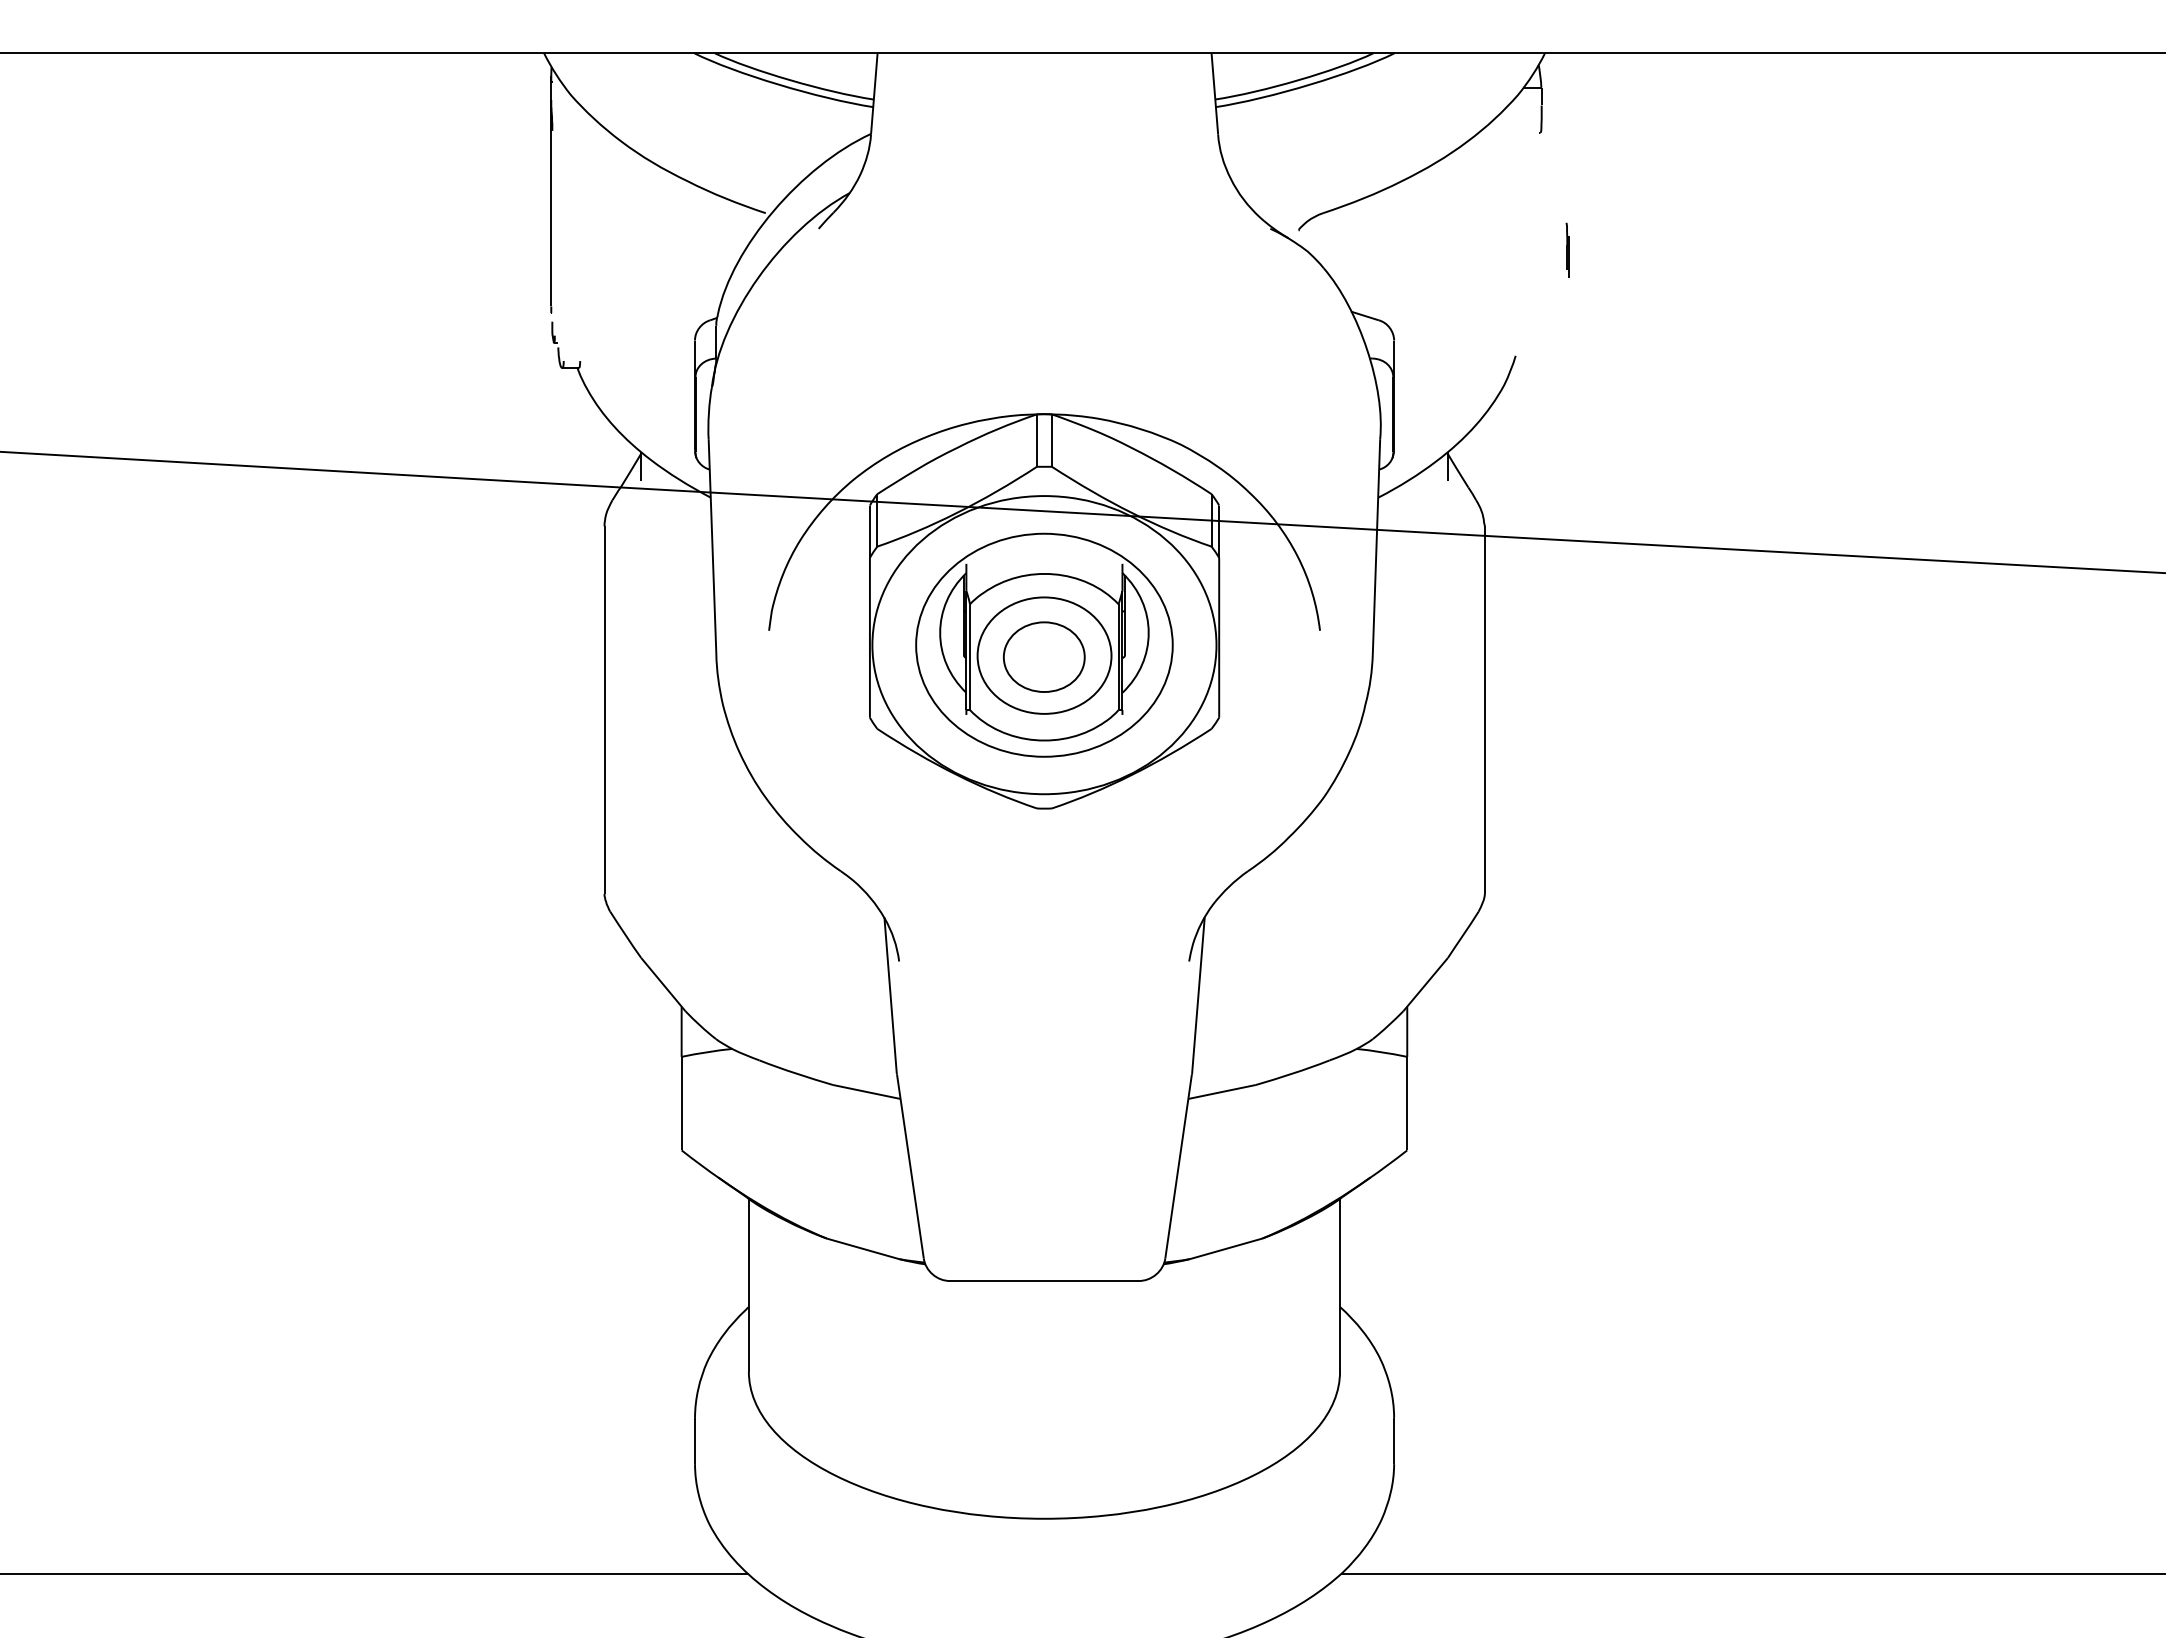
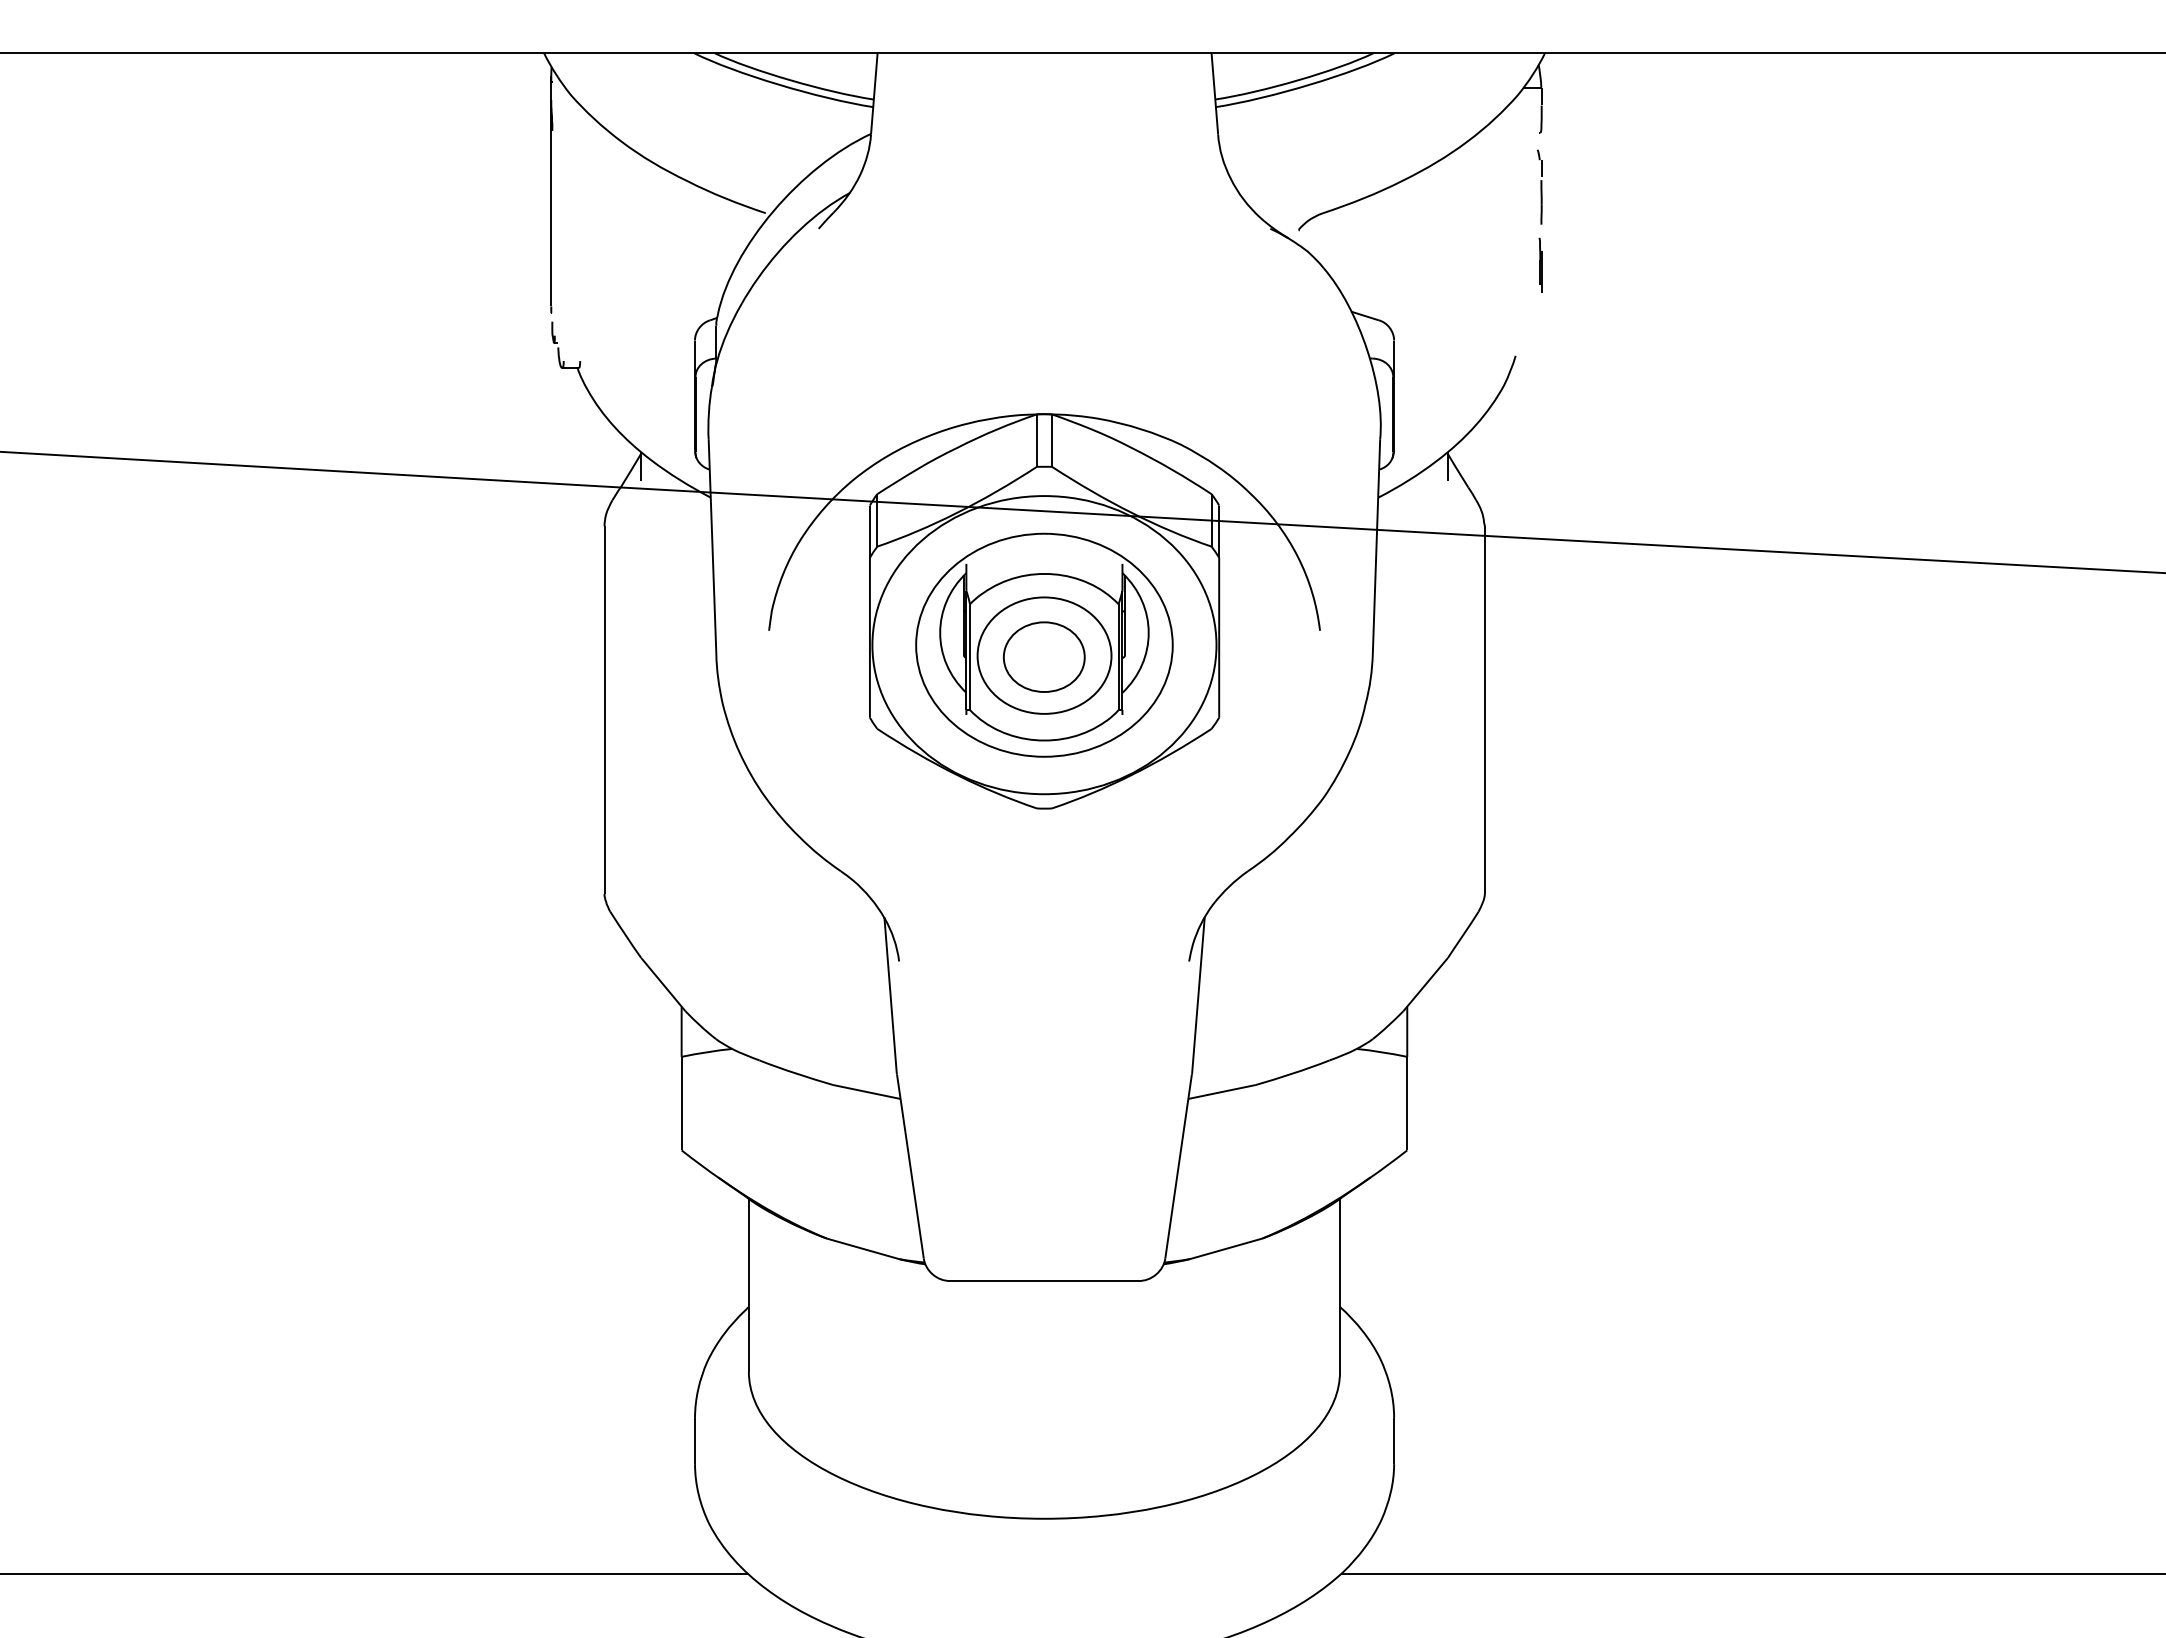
part at (1539, 186): none -> present
line at (1567, 249) position: (1567, 249) -> (1540, 264)
